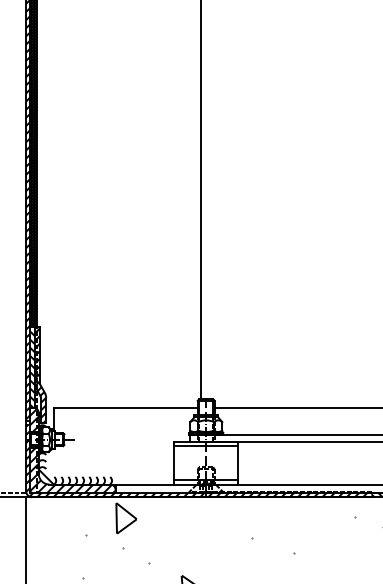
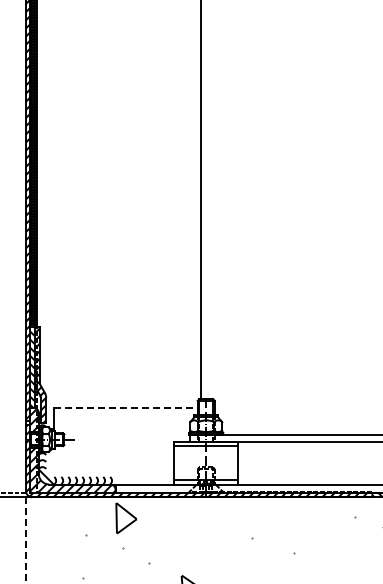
line at (125, 407): solid -> dashed
line at (296, 407): present -> none
line at (25, 540): solid -> dashed
